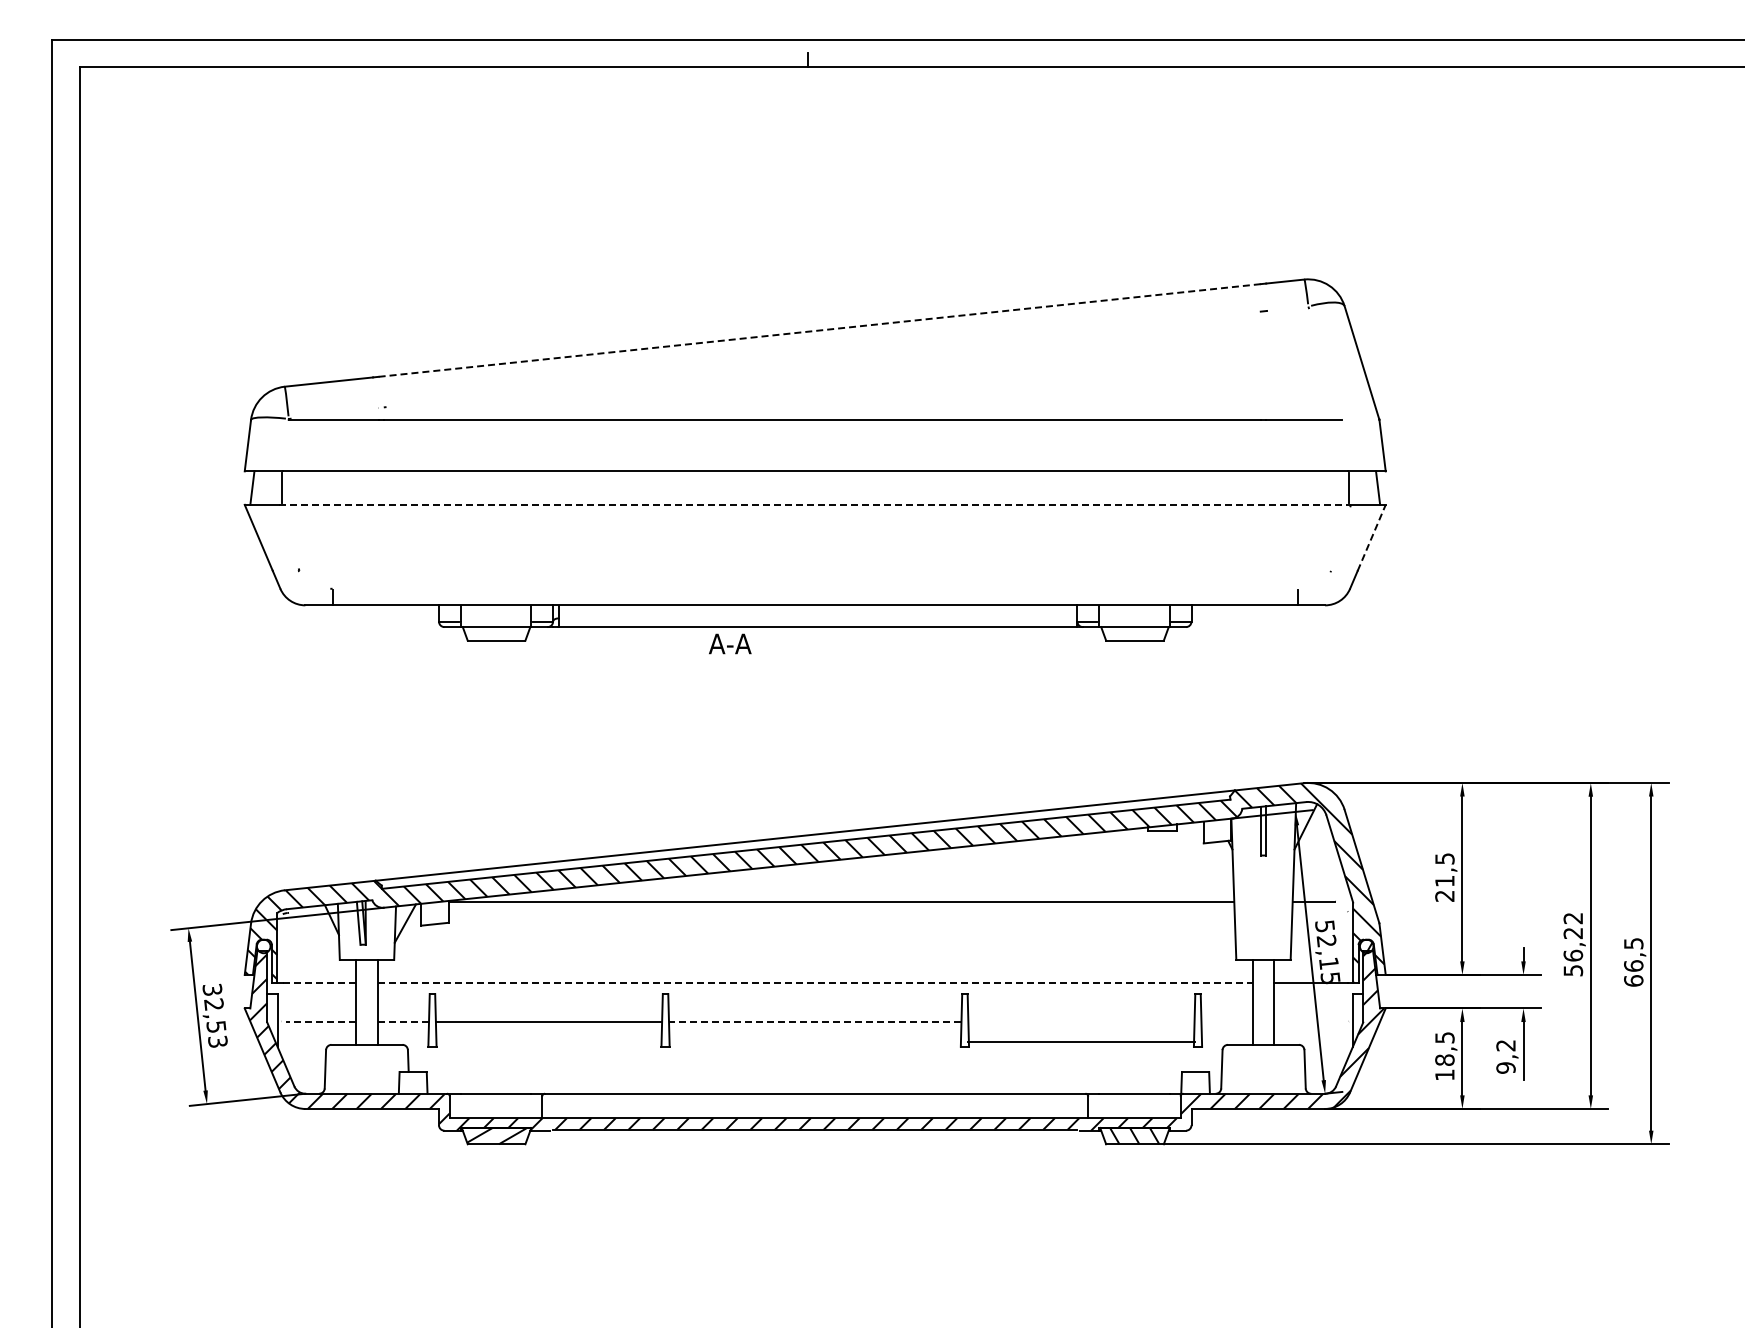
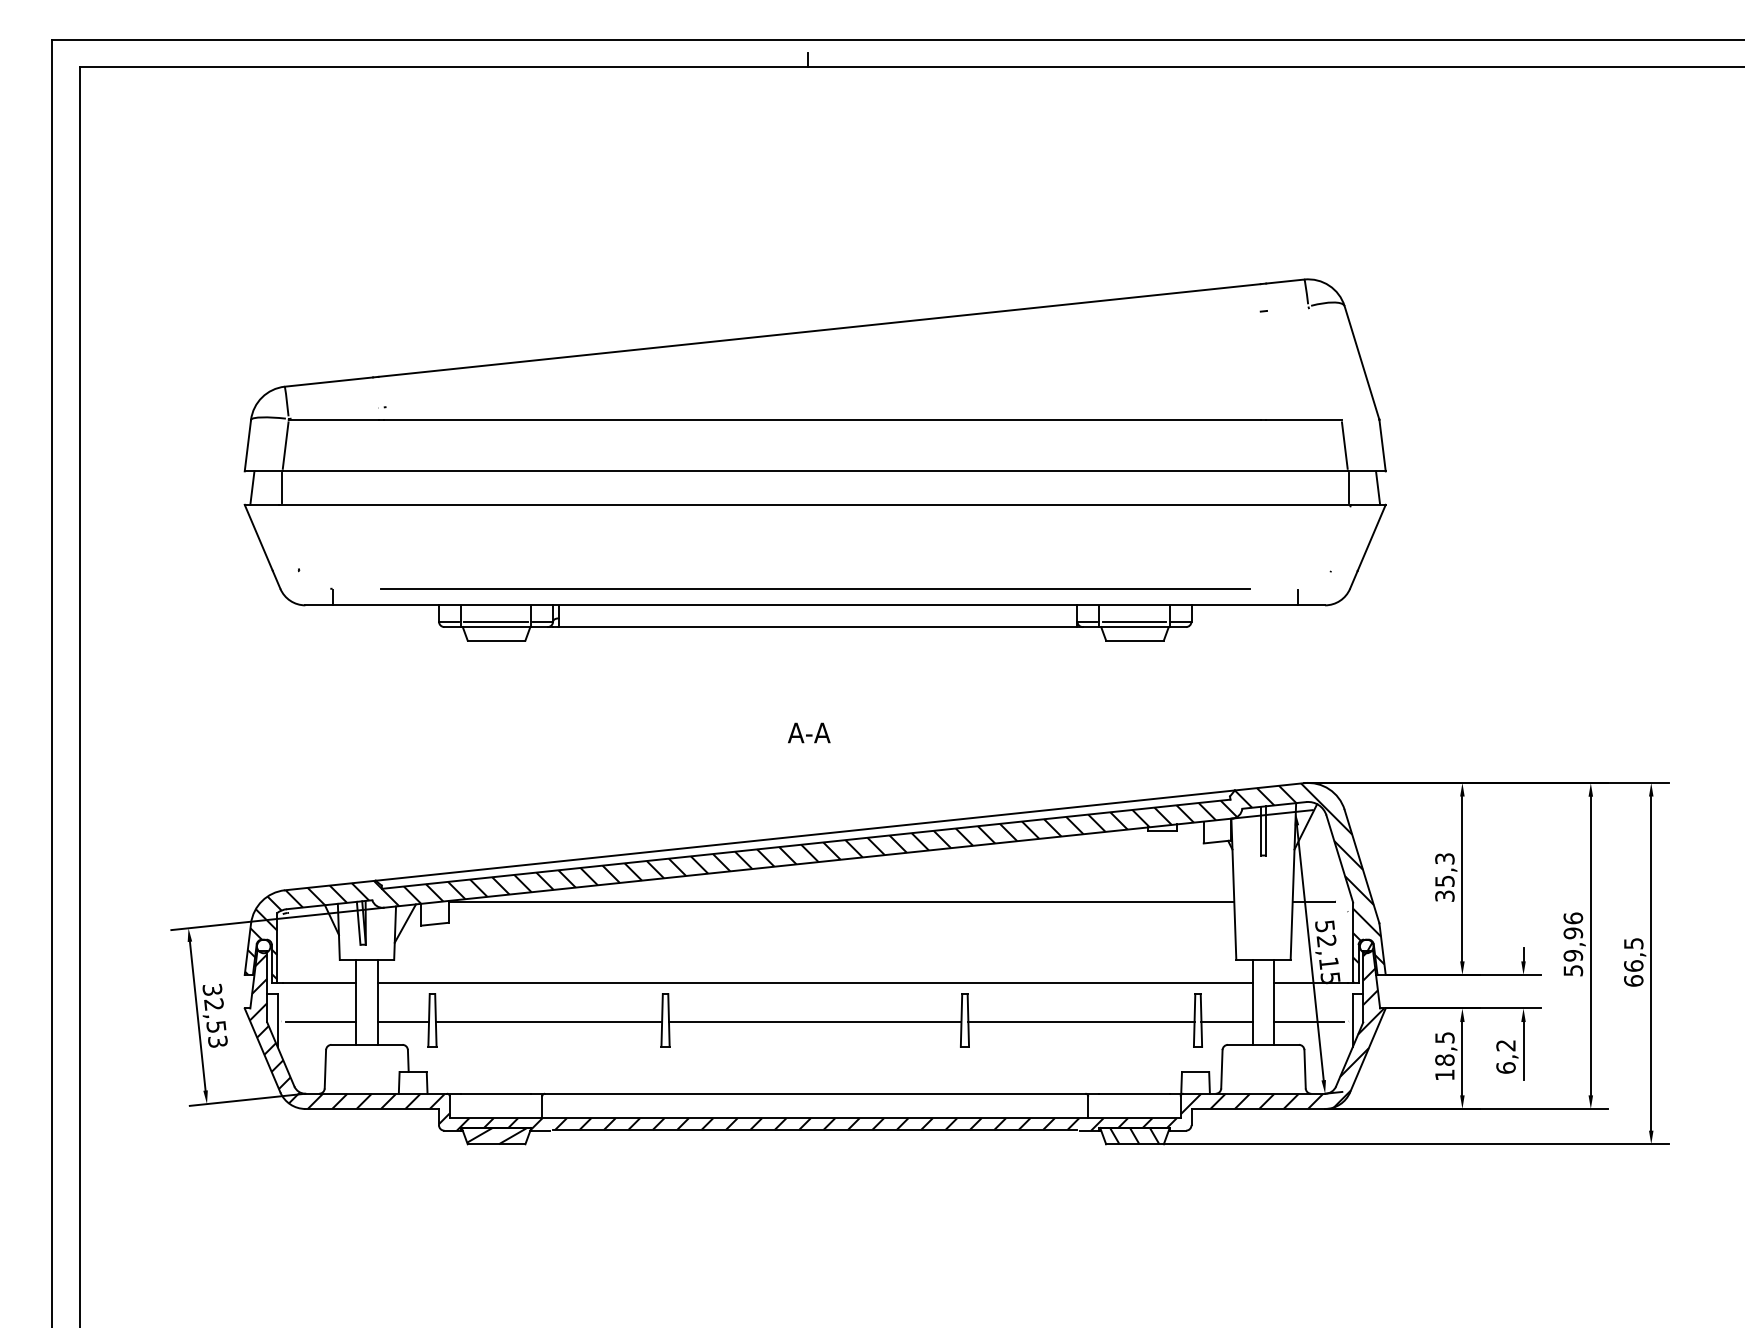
line at (819, 330): dashed -> solid
line at (285, 445): none -> present
line at (1344, 445): none -> present
line at (815, 504): dashed -> solid
line at (1371, 537): dashed -> solid
line at (815, 588): none -> present
line at (495, 621): none -> present
line at (1134, 621): none -> present
text at (730, 643) position: (730, 643) -> (809, 732)
text at (1444, 877): 21,5 -> 35,3
text at (1573, 936): 56,22 -> 59,96
line at (319, 983): dashed -> solid
line at (815, 983): dashed -> solid
line at (320, 1022): dashed -> solid
line at (403, 1022): dashed -> solid
line at (814, 1022): dashed -> solid
line at (1226, 1022): none -> present
line at (1309, 1022): none -> present
line at (1081, 1042) position: (1081, 1042) -> (1081, 1022)
text at (1505, 1067): 9,2 -> 6,2
